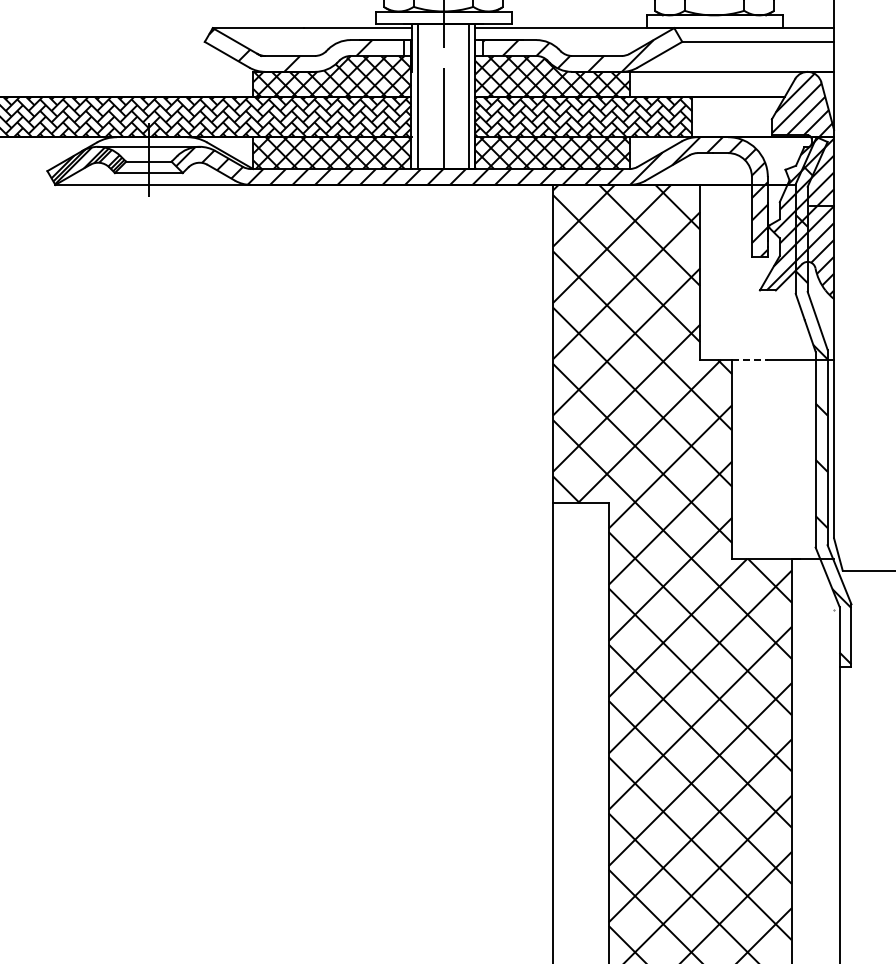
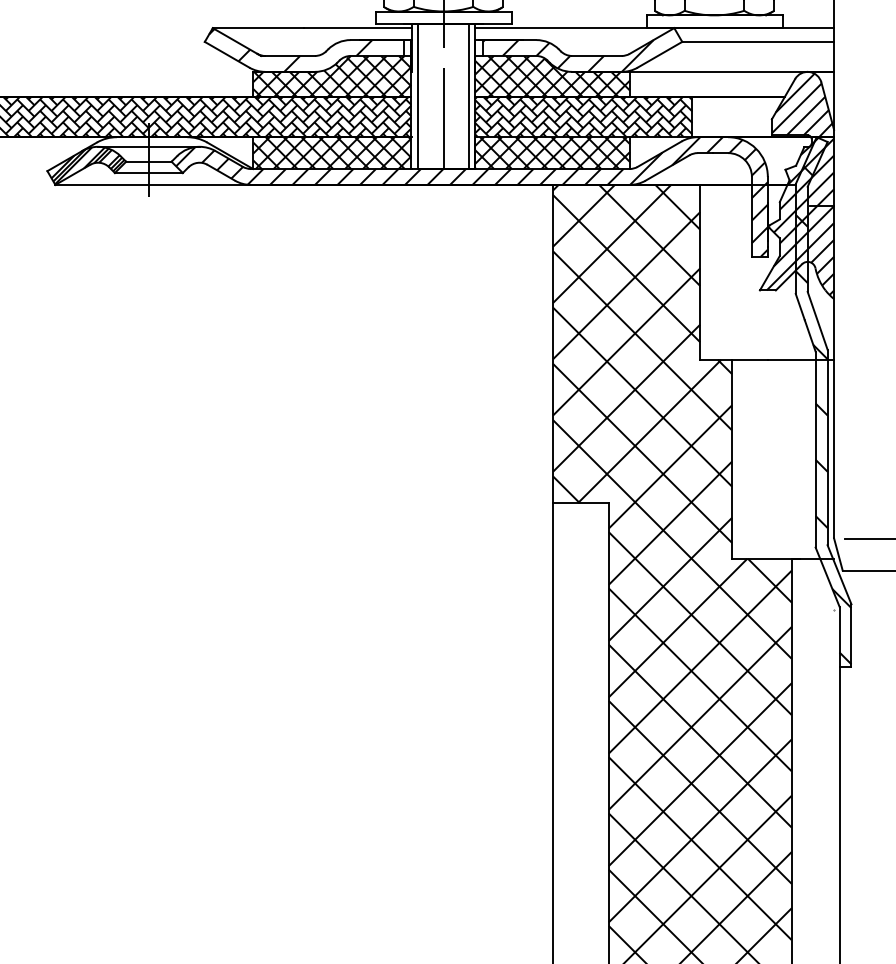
line at (750, 359): dashed -> solid
line at (868, 538): none -> present
